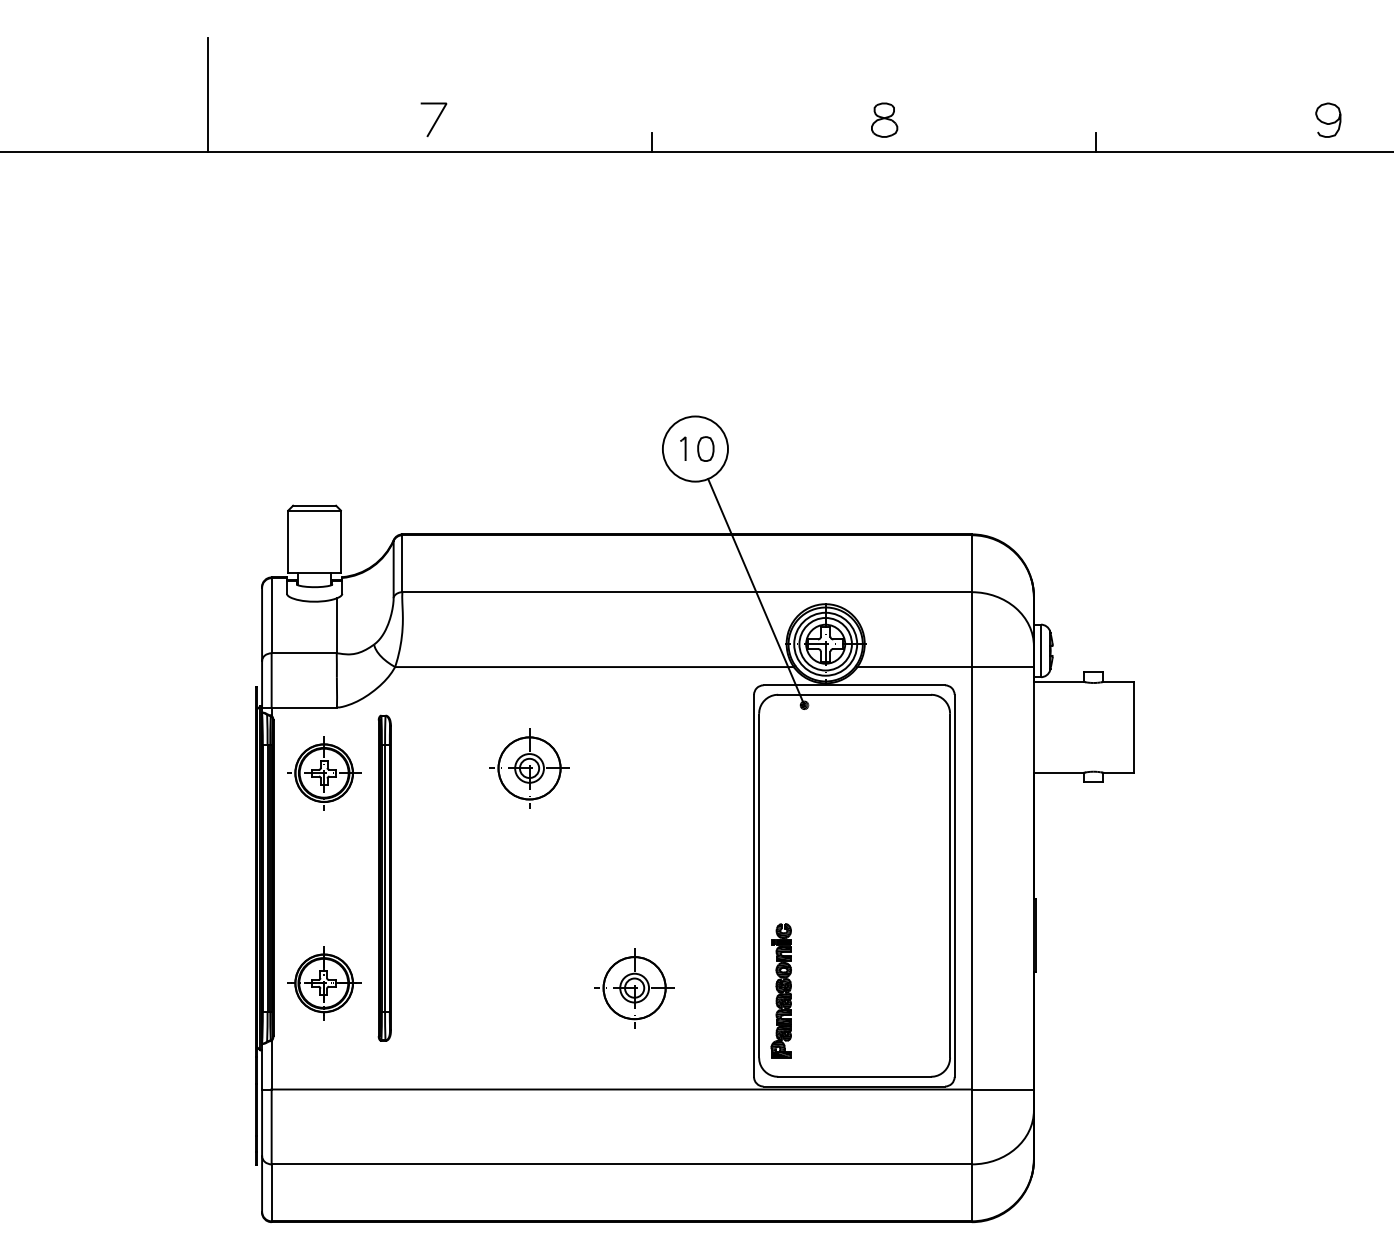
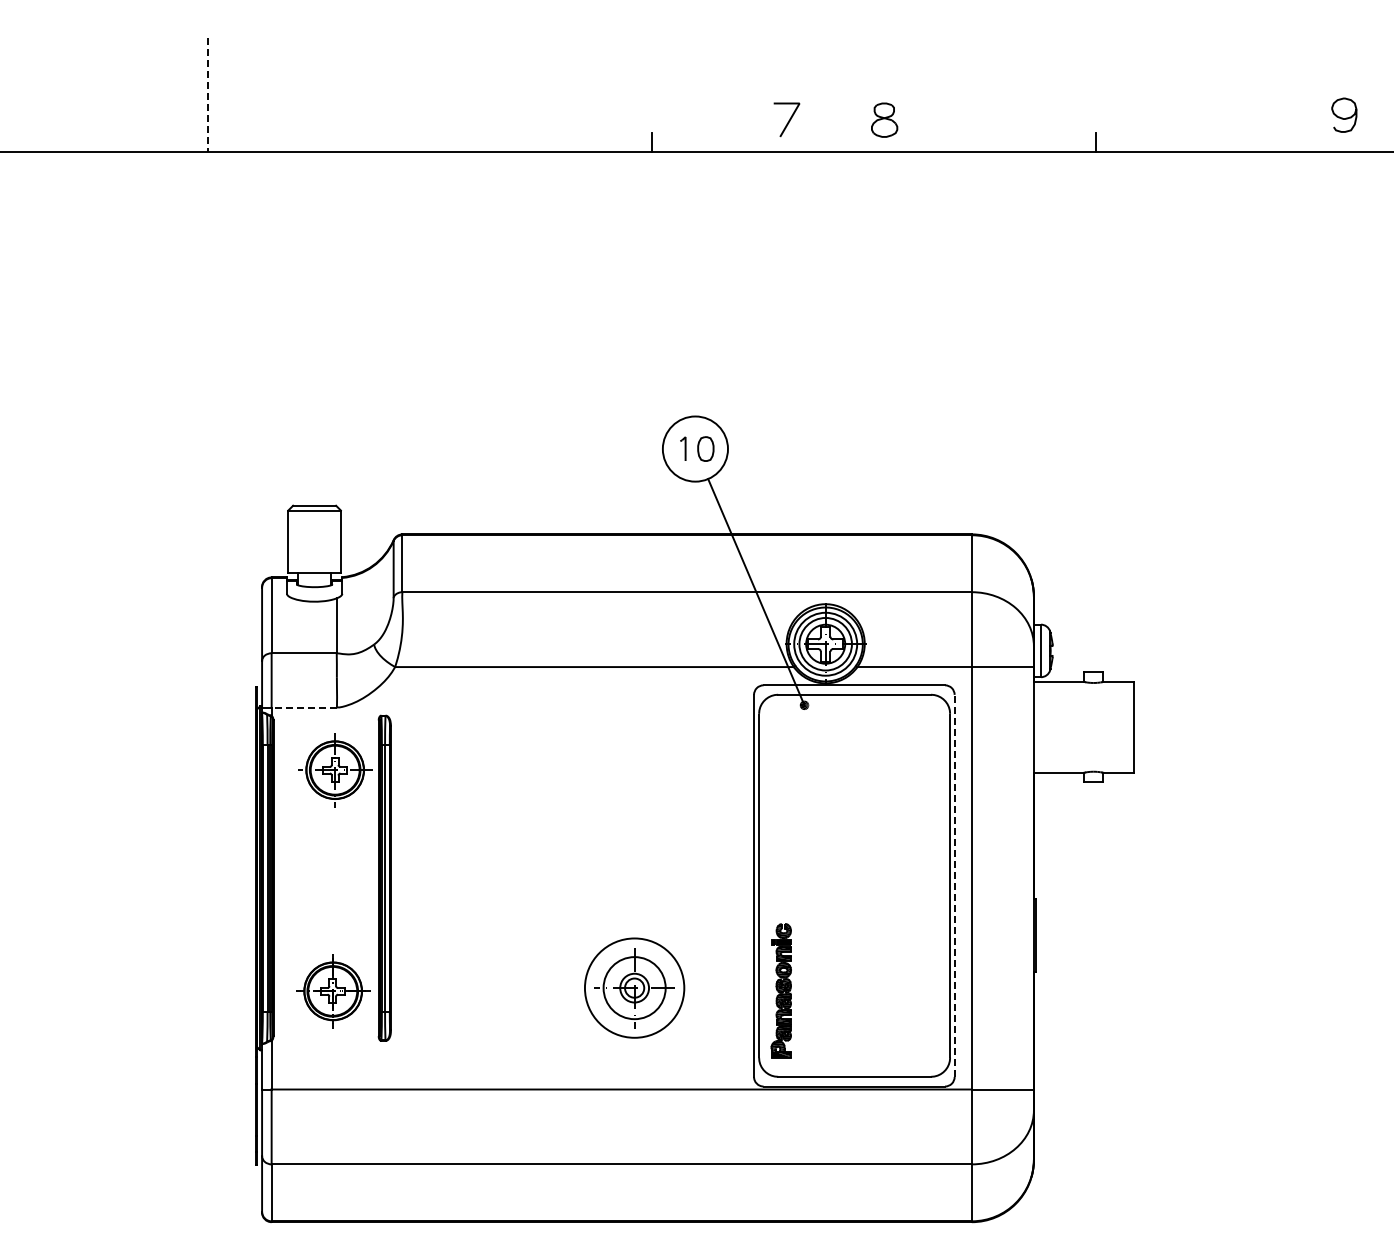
line at (208, 95): solid -> dashed
line at (435, 120) position: (435, 120) -> (788, 120)
curve at (1326, 122) position: (1326, 122) -> (1342, 117)
line at (304, 707): solid -> dashed
part at (529, 768): present -> none
part at (324, 773) position: (324, 773) -> (335, 770)
line at (954, 885): solid -> dashed
part at (324, 983) position: (324, 983) -> (333, 991)
circle at (634, 988) diameter: 62 px -> 99 px
